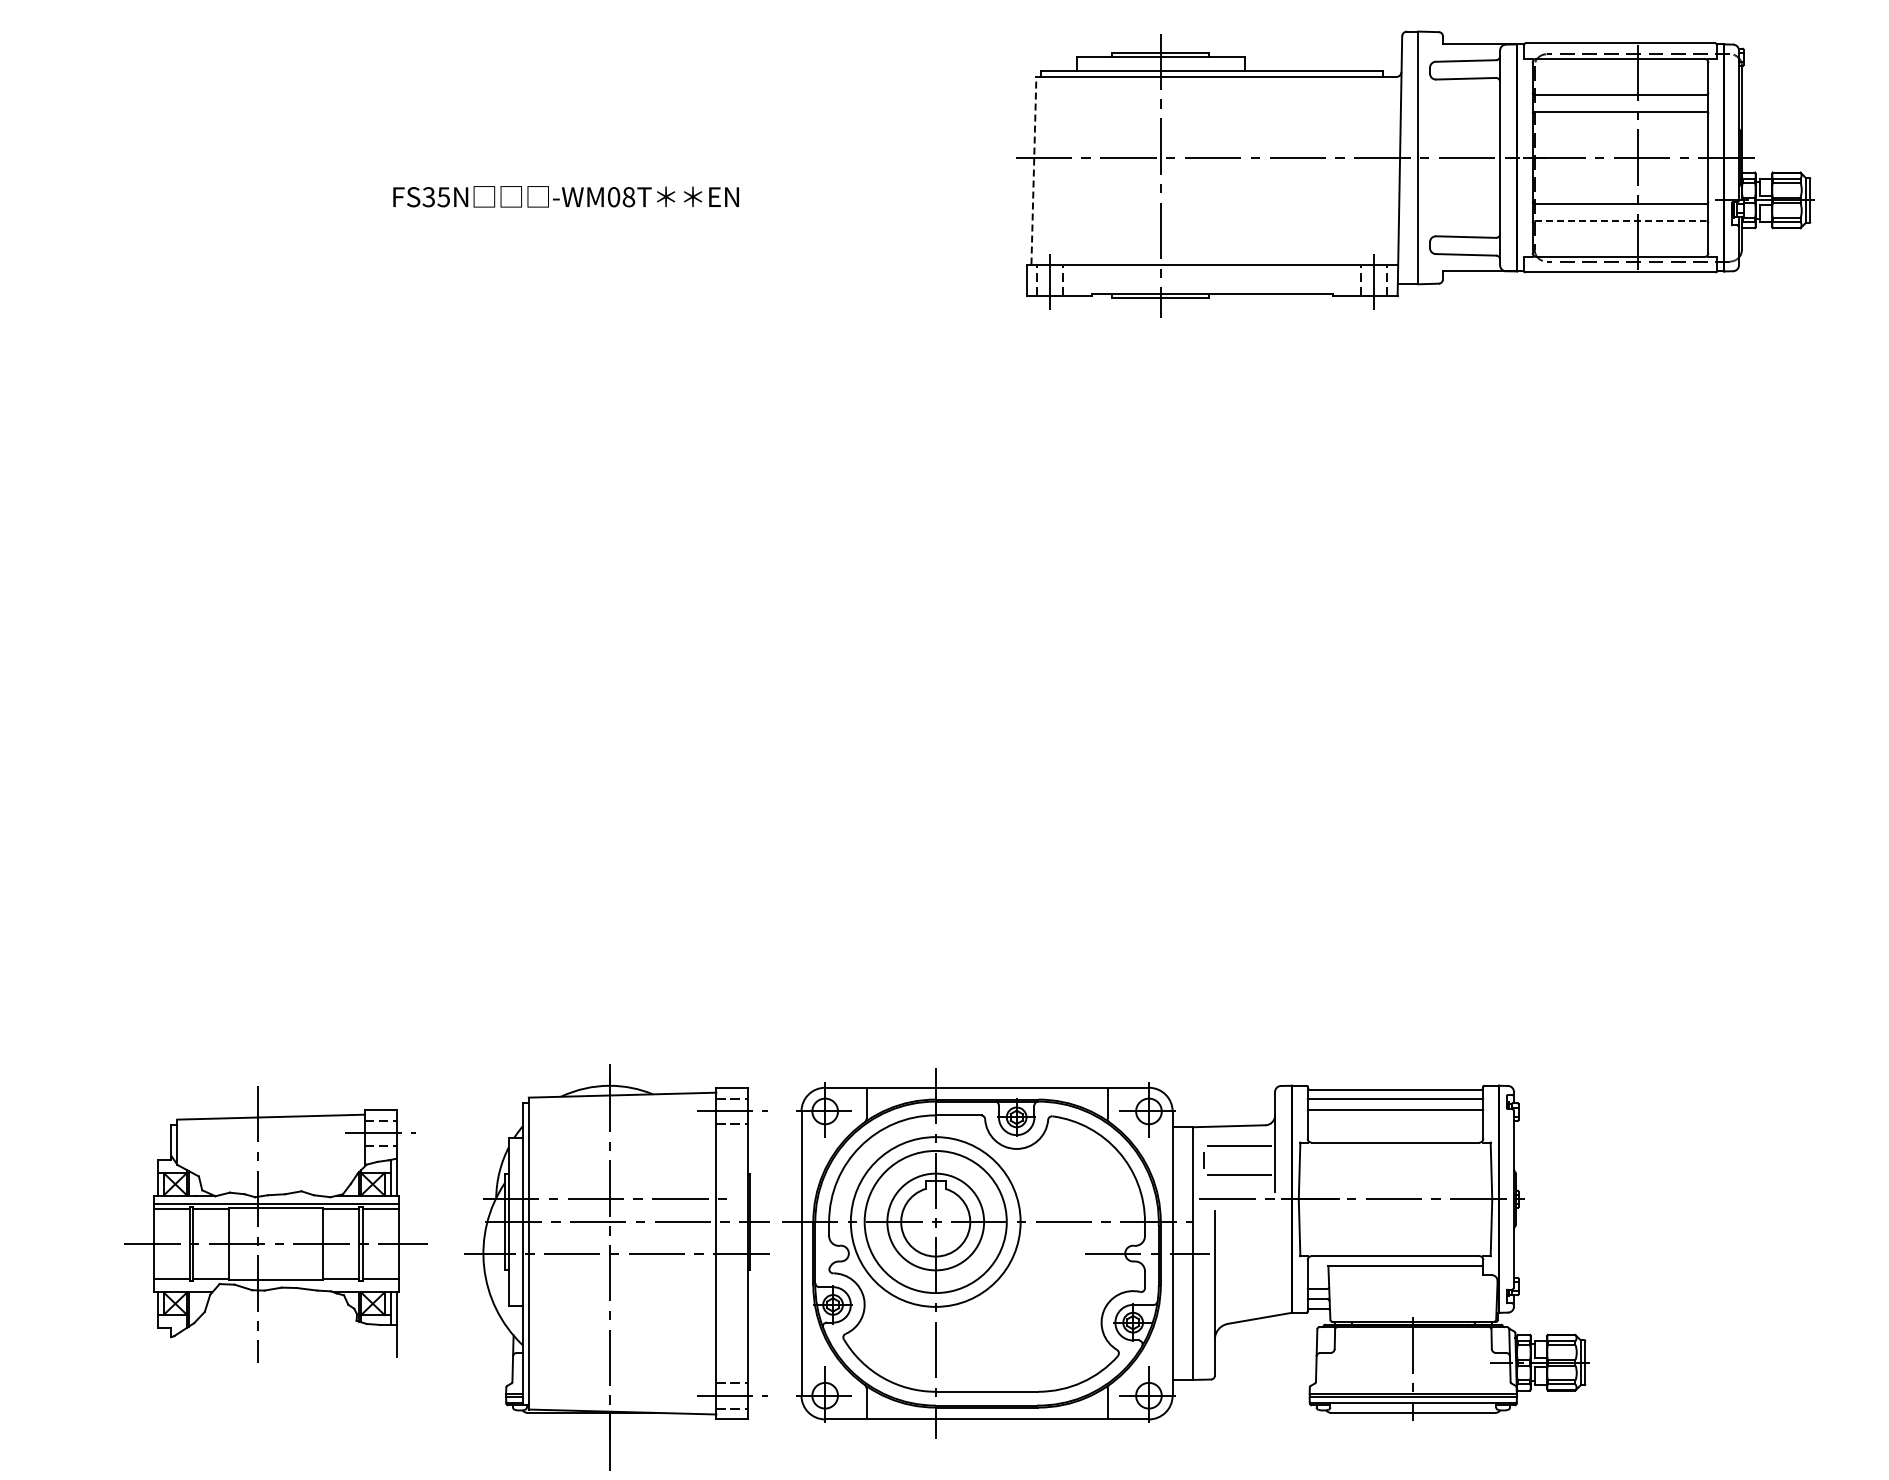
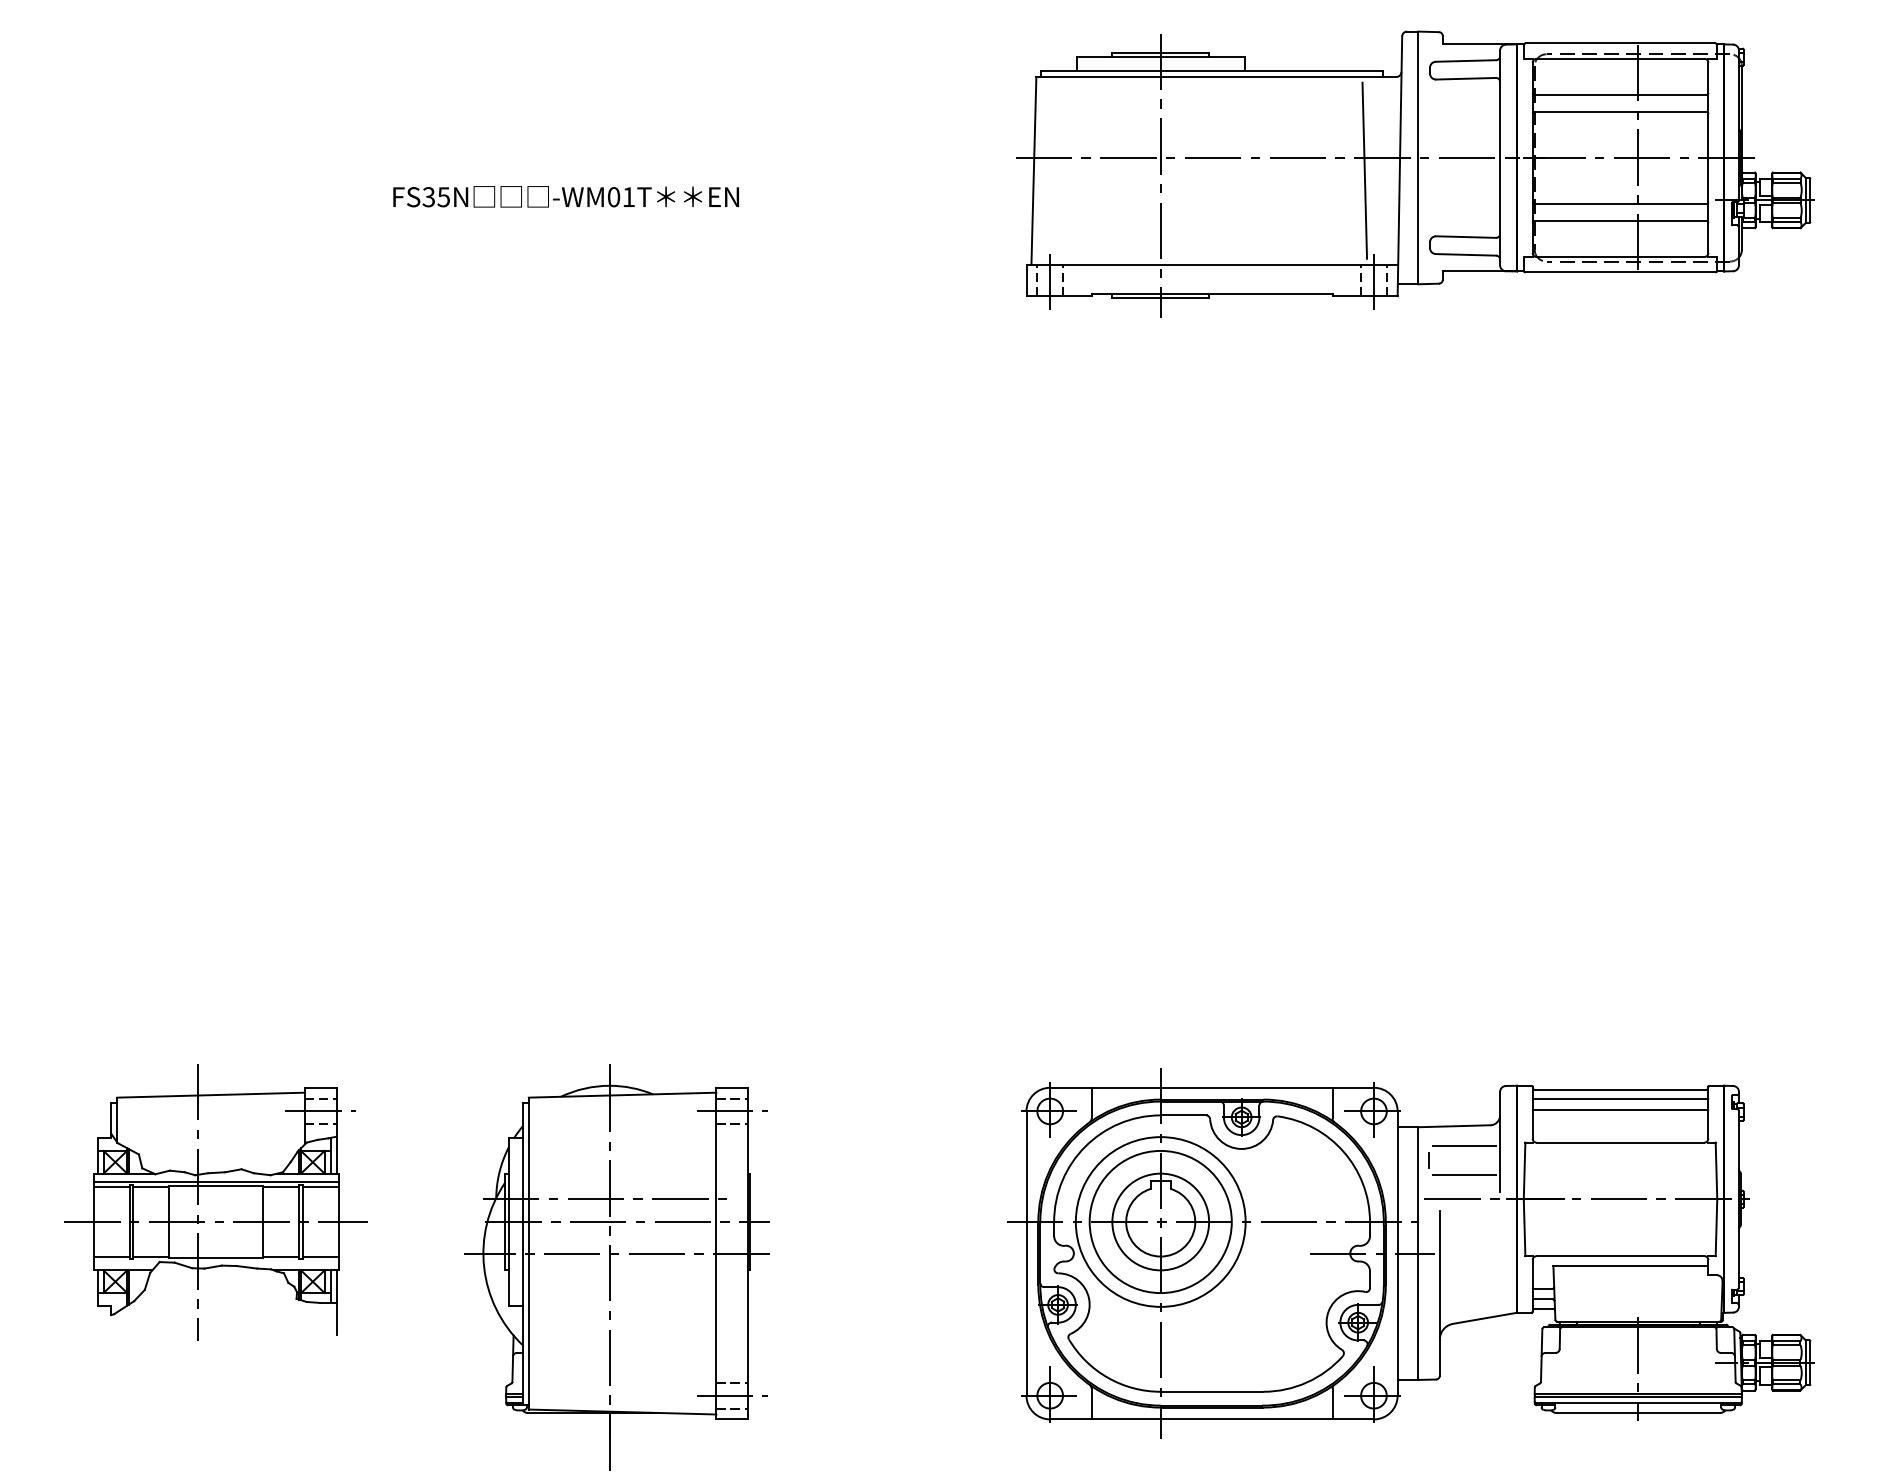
line at (1033, 170): dashed -> solid
line at (1364, 170): none -> present
text at (628, 197): -WM08T -> -WM01T
line at (1620, 220): dashed -> solid
part at (275, 1224) position: (275, 1224) -> (215, 1202)
part at (1185, 1253) position: (1185, 1253) -> (1410, 1253)
